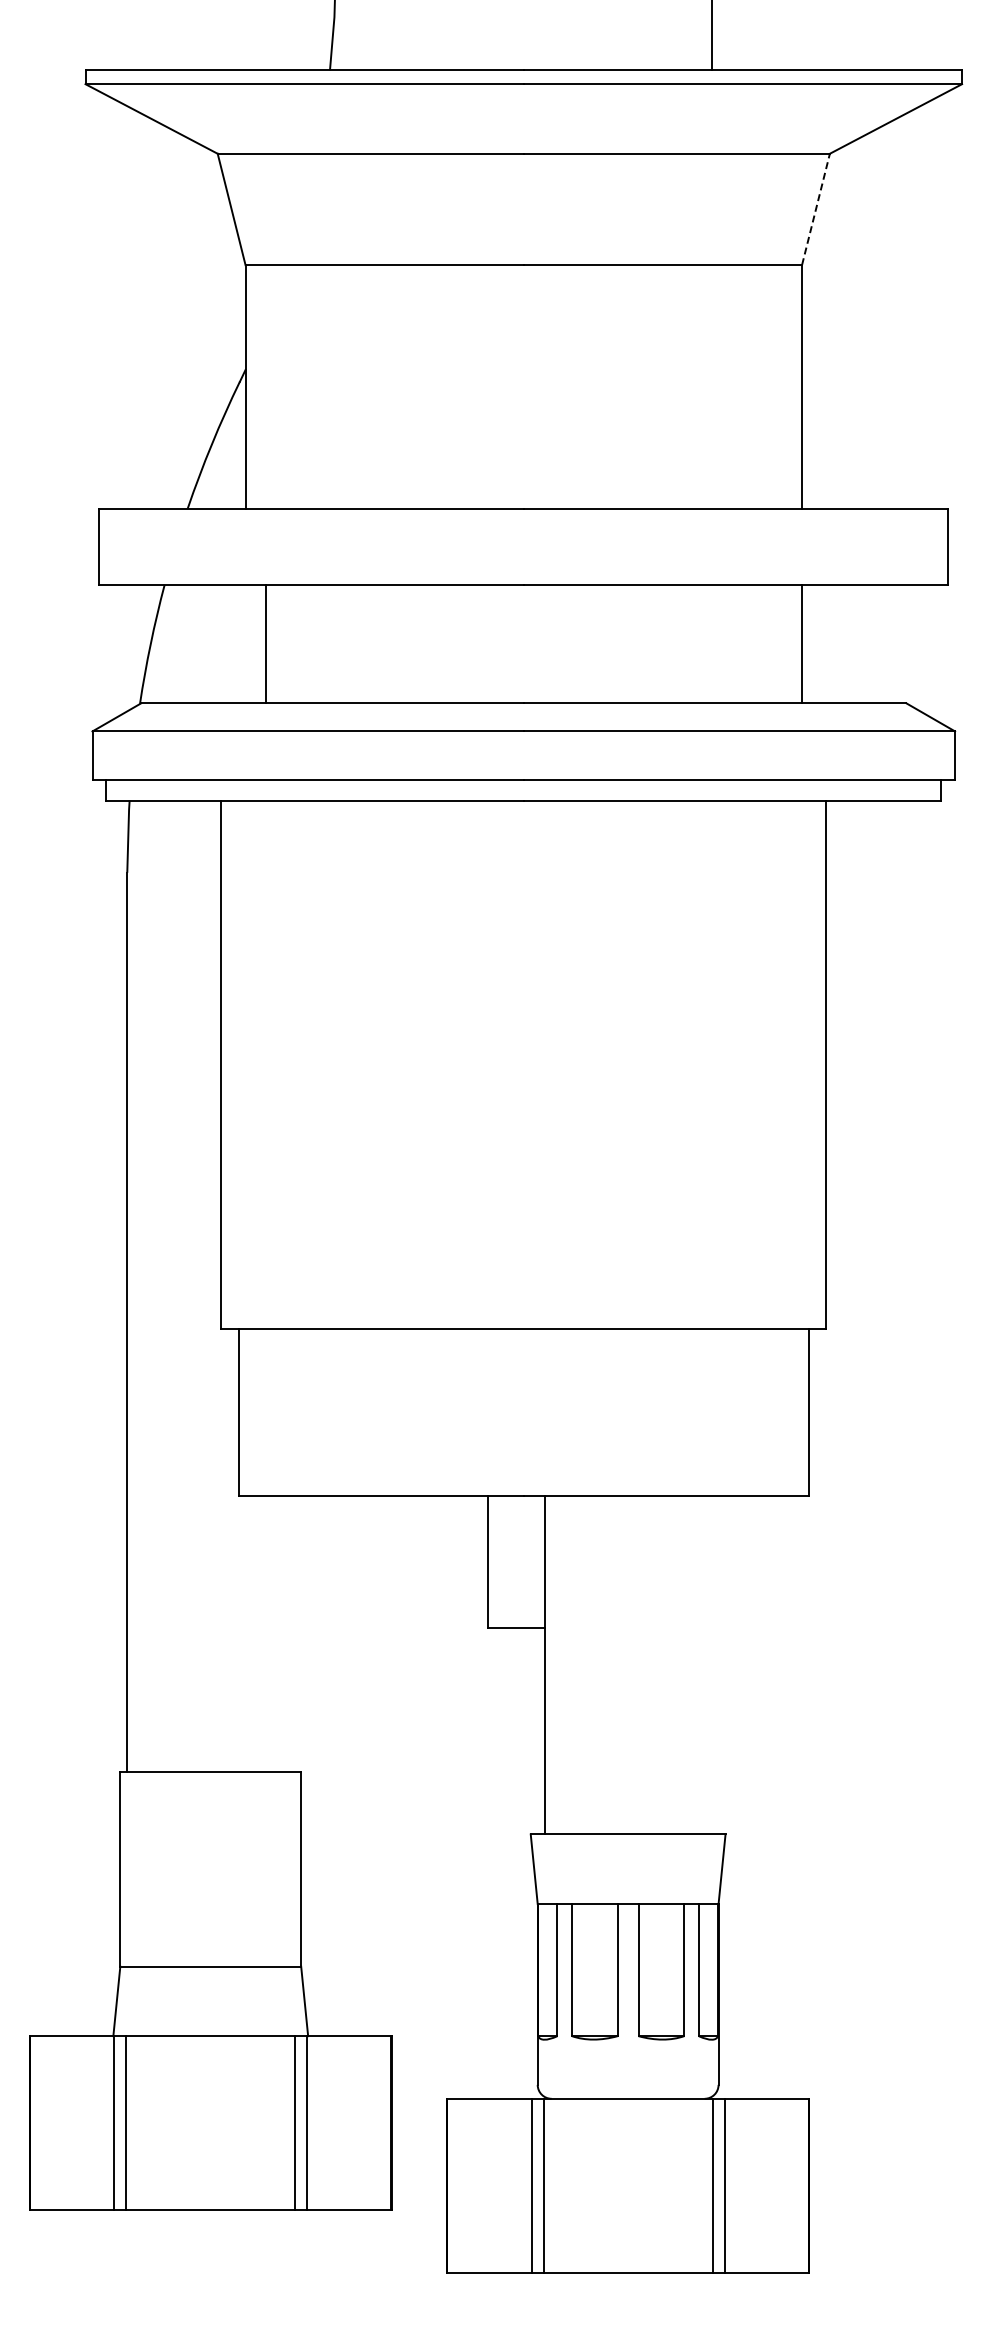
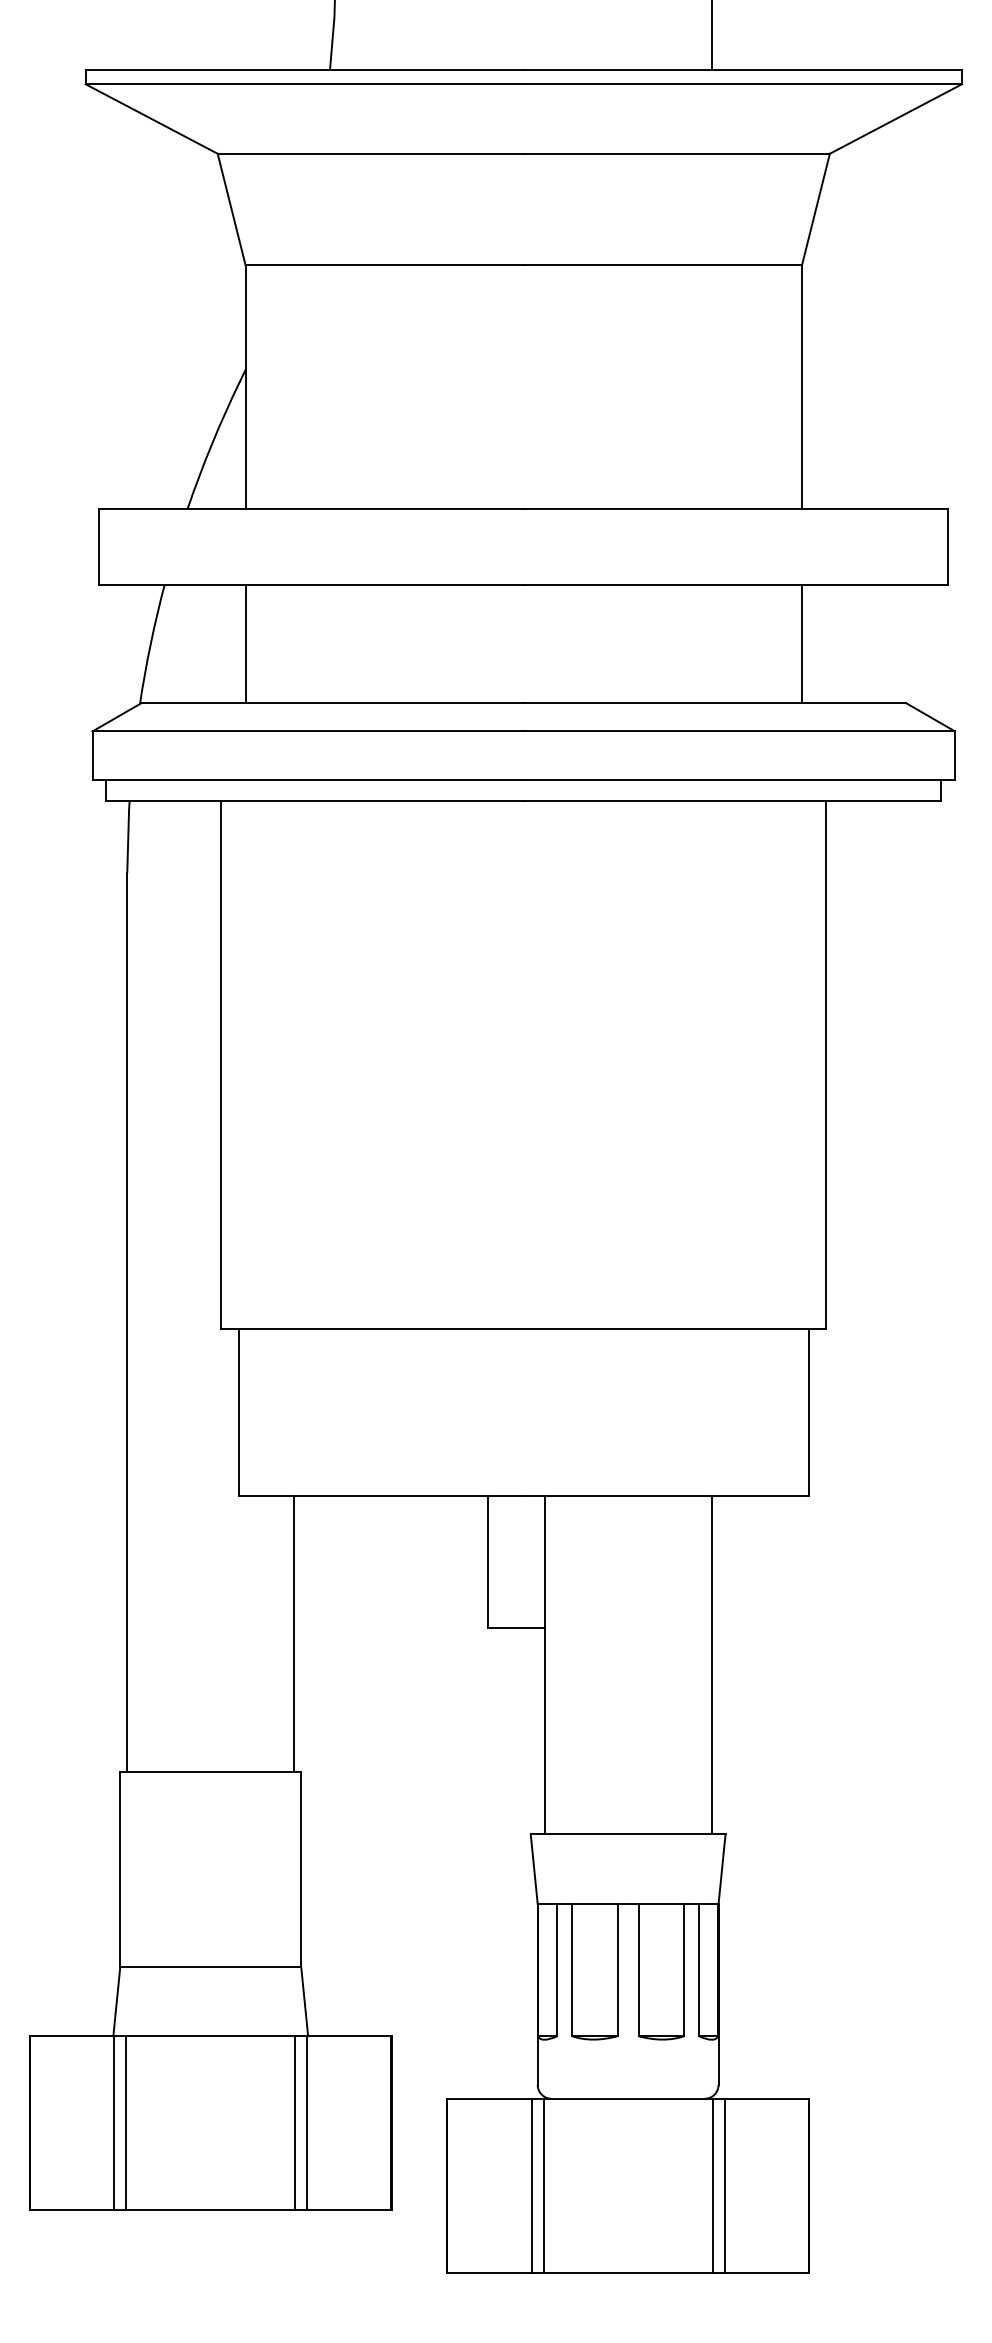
line at (816, 208): dashed -> solid
line at (265, 644) position: (265, 644) -> (245, 644)
line at (294, 1633): none -> present
line at (711, 1665): none -> present
